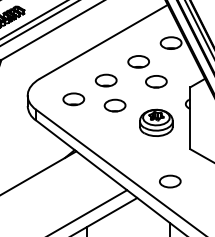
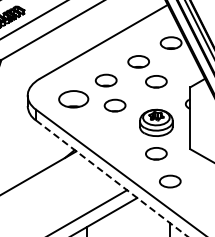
line at (39, 23): present -> none
part at (73, 99) size: 24x15 px -> 32x19 px
part at (156, 153): none -> present
line at (112, 178): solid -> dashed
